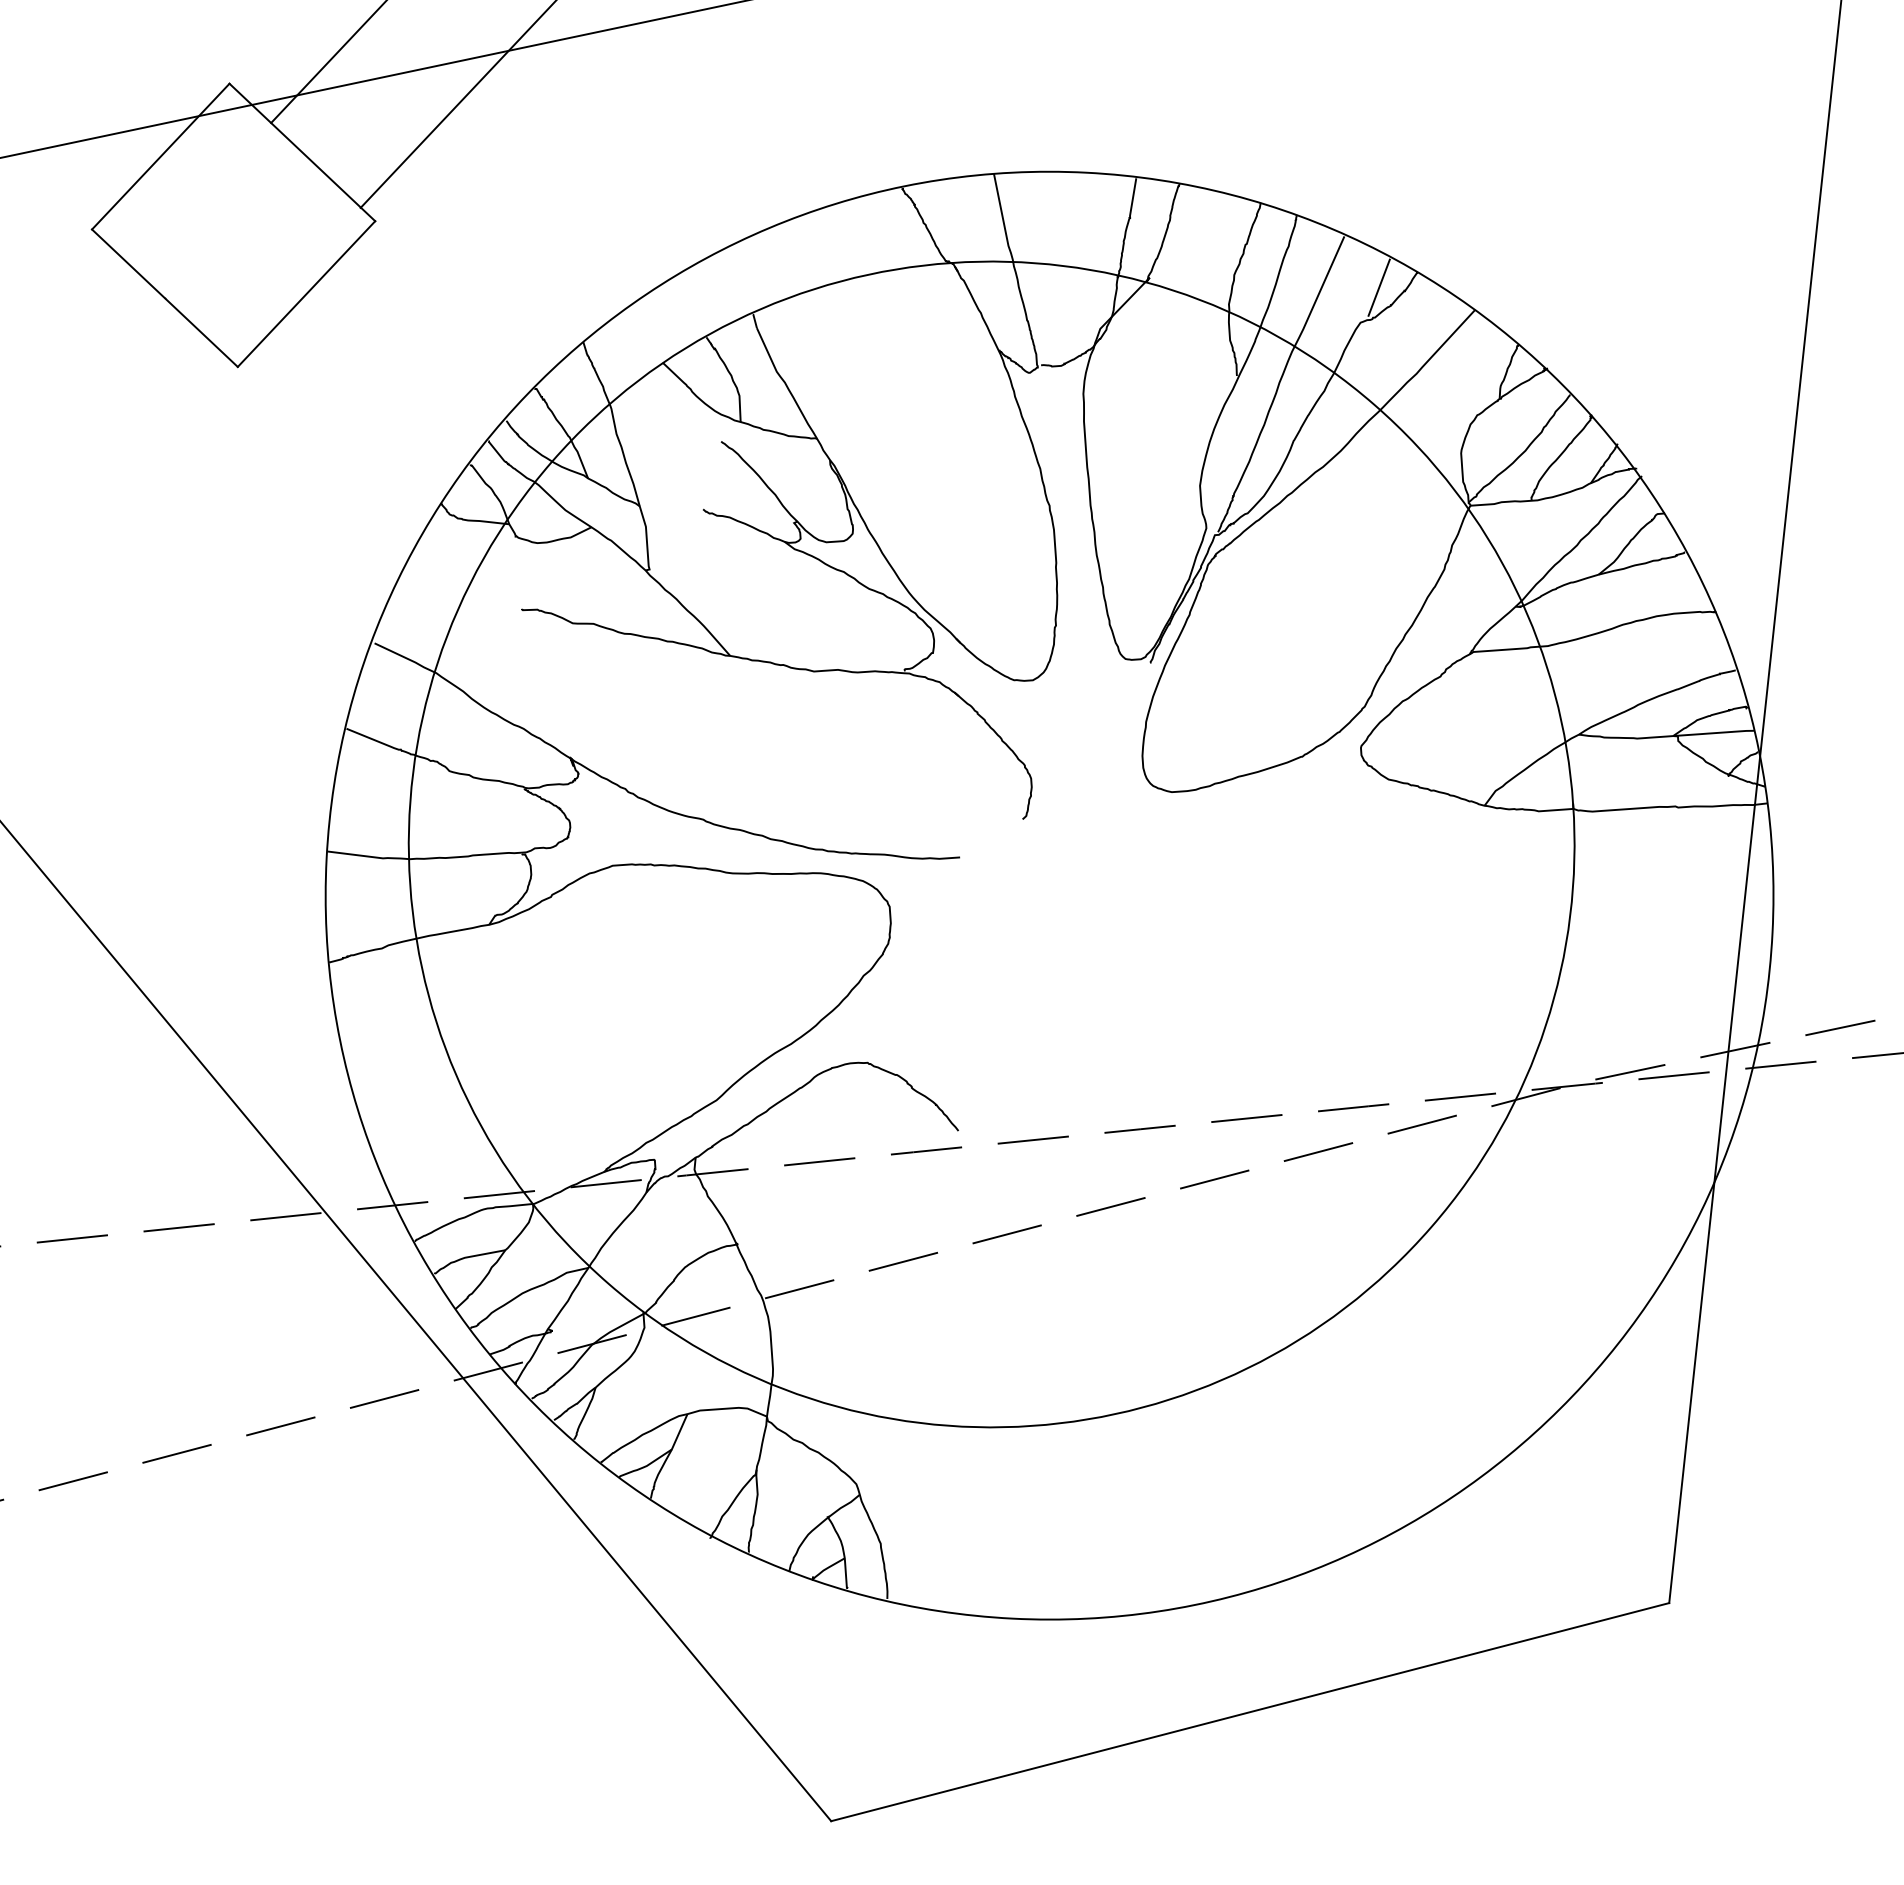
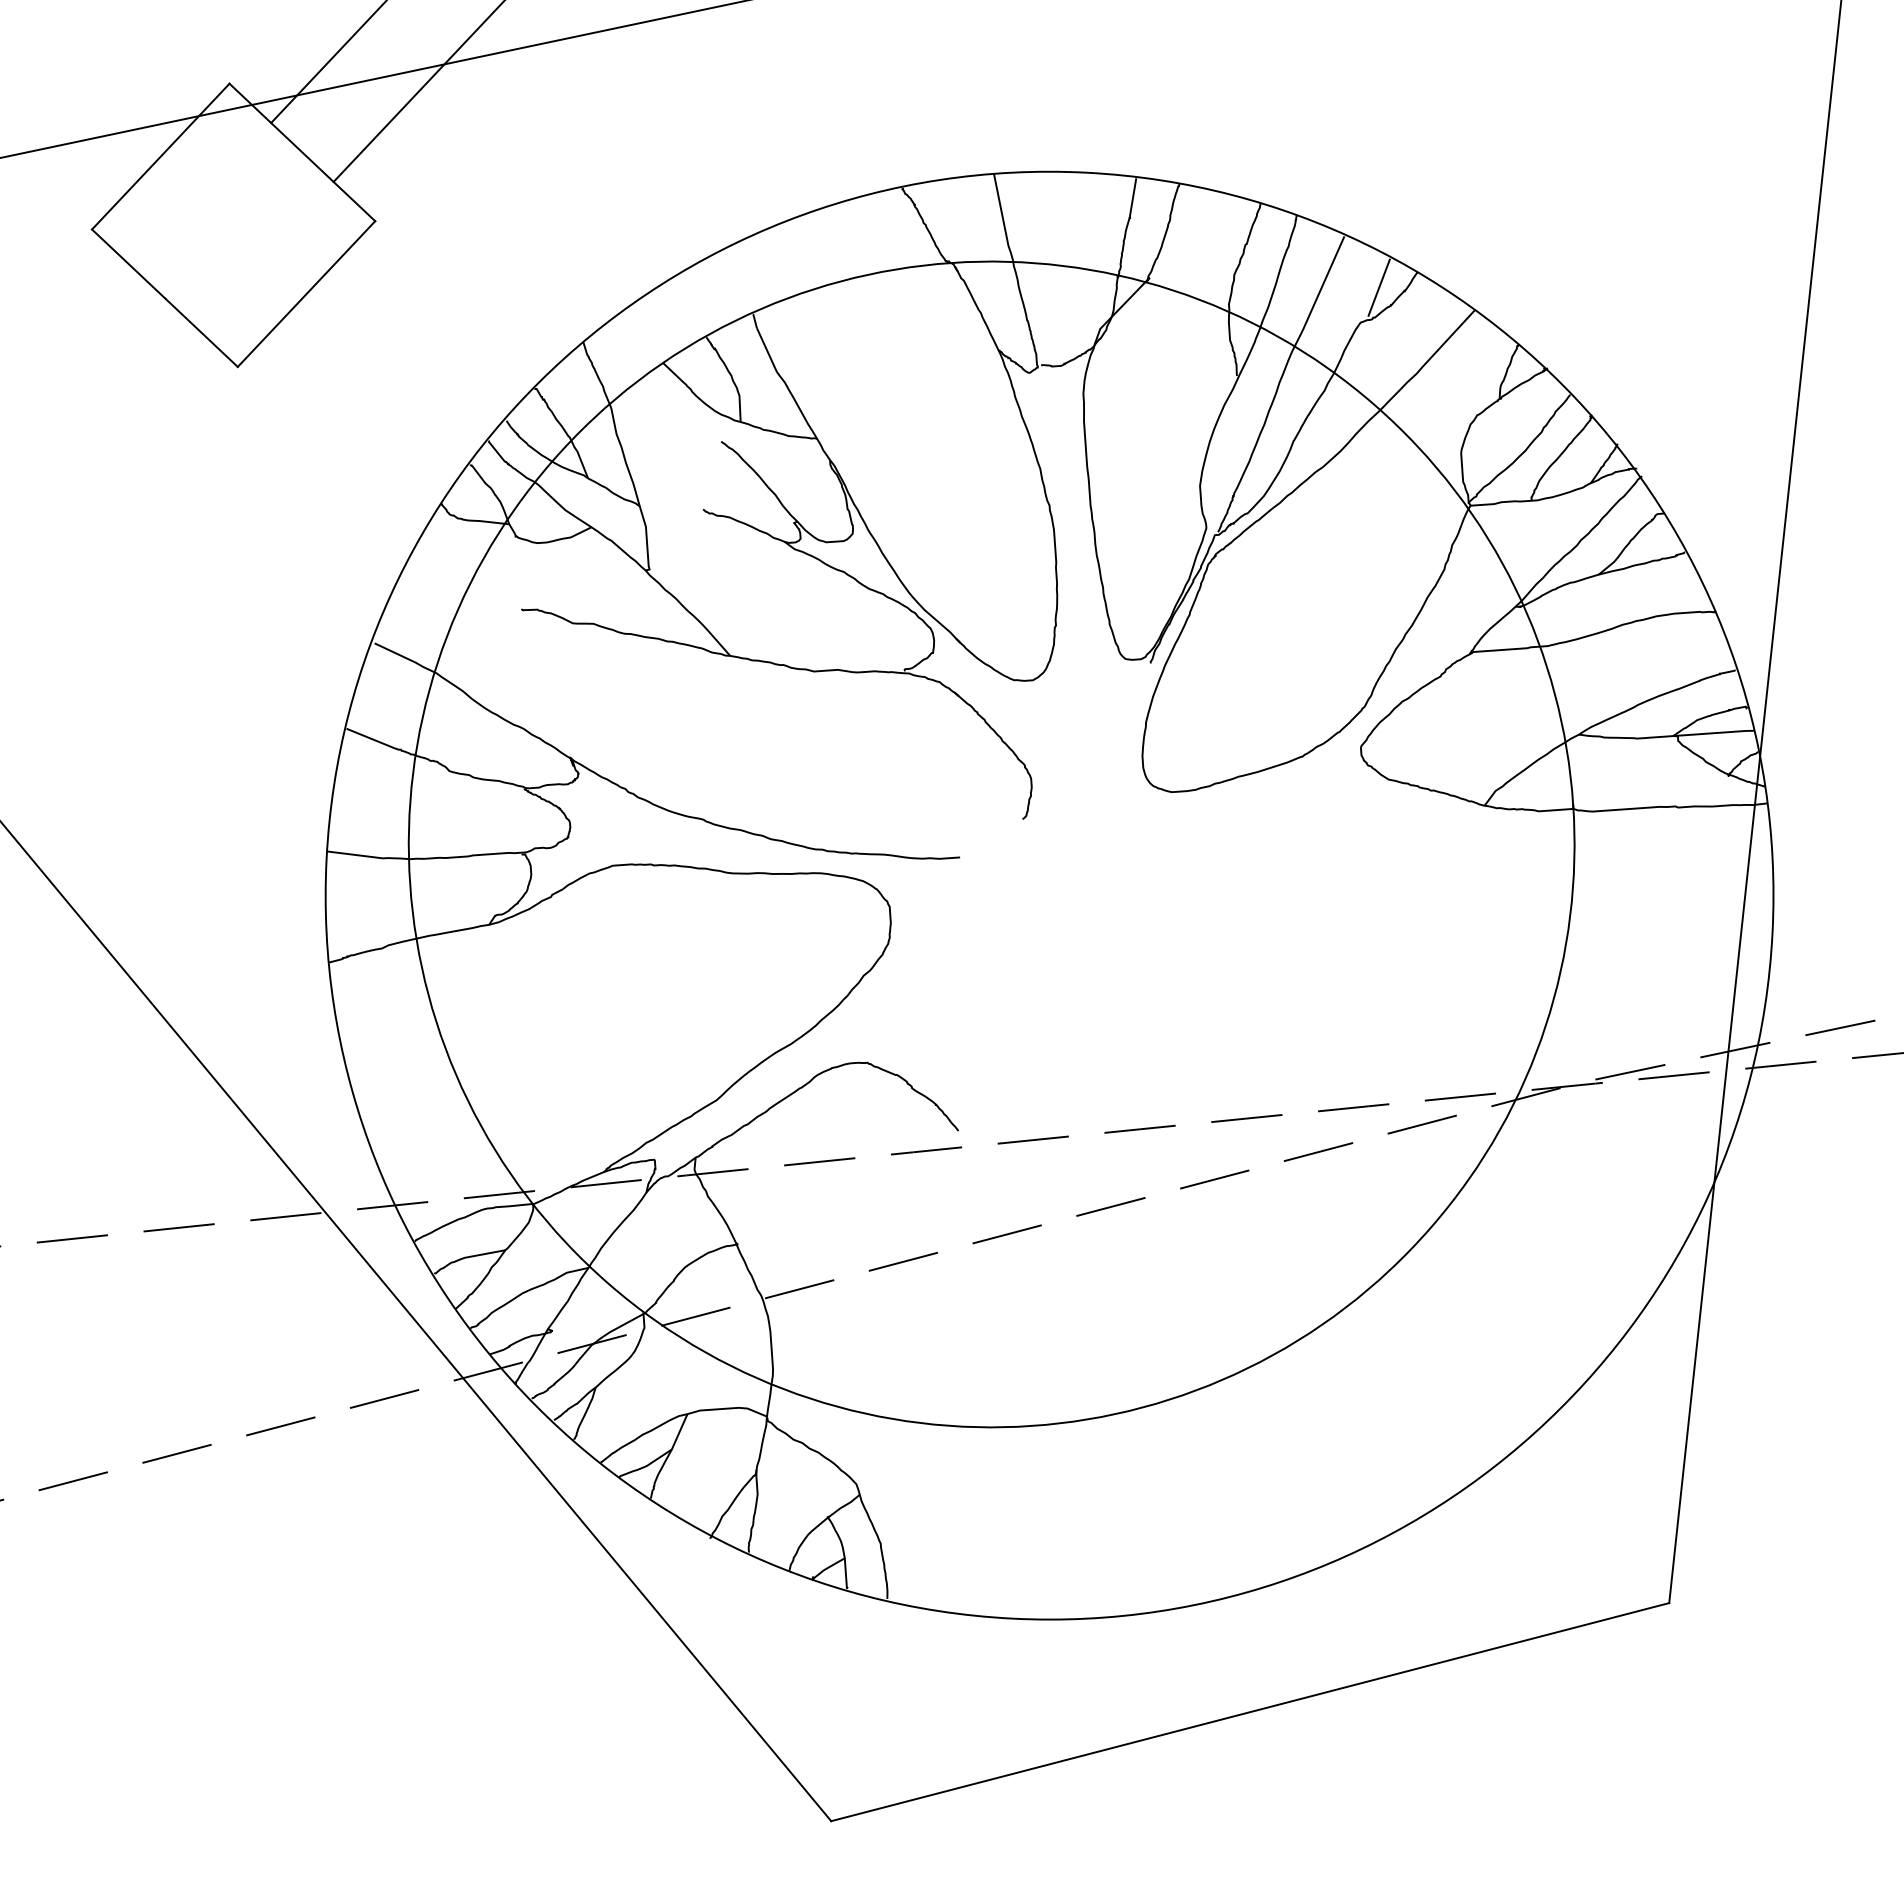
line at (457, 104) position: (457, 104) -> (418, 91)
